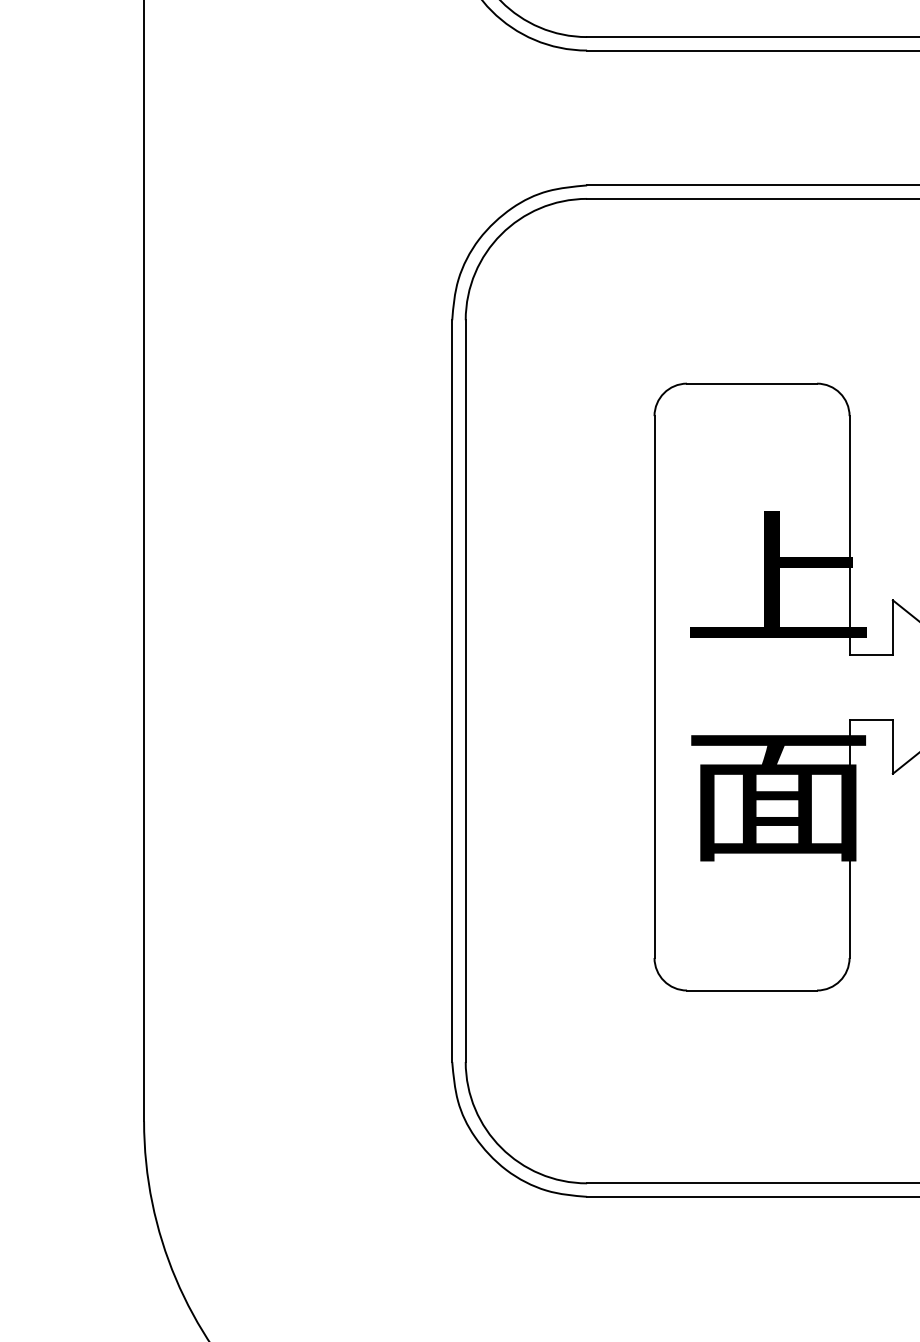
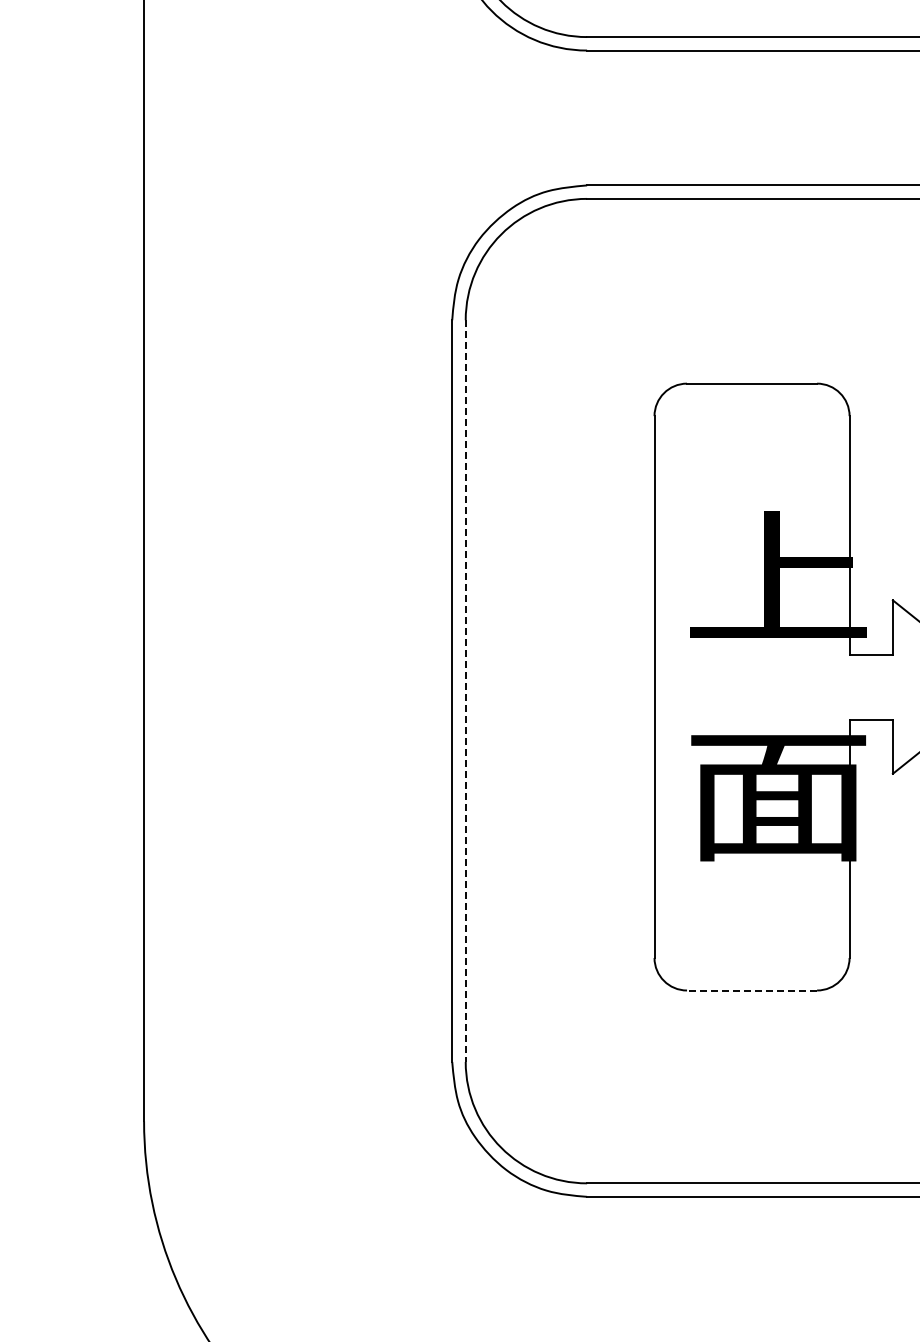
line at (465, 691): solid -> dashed
line at (751, 990): solid -> dashed
